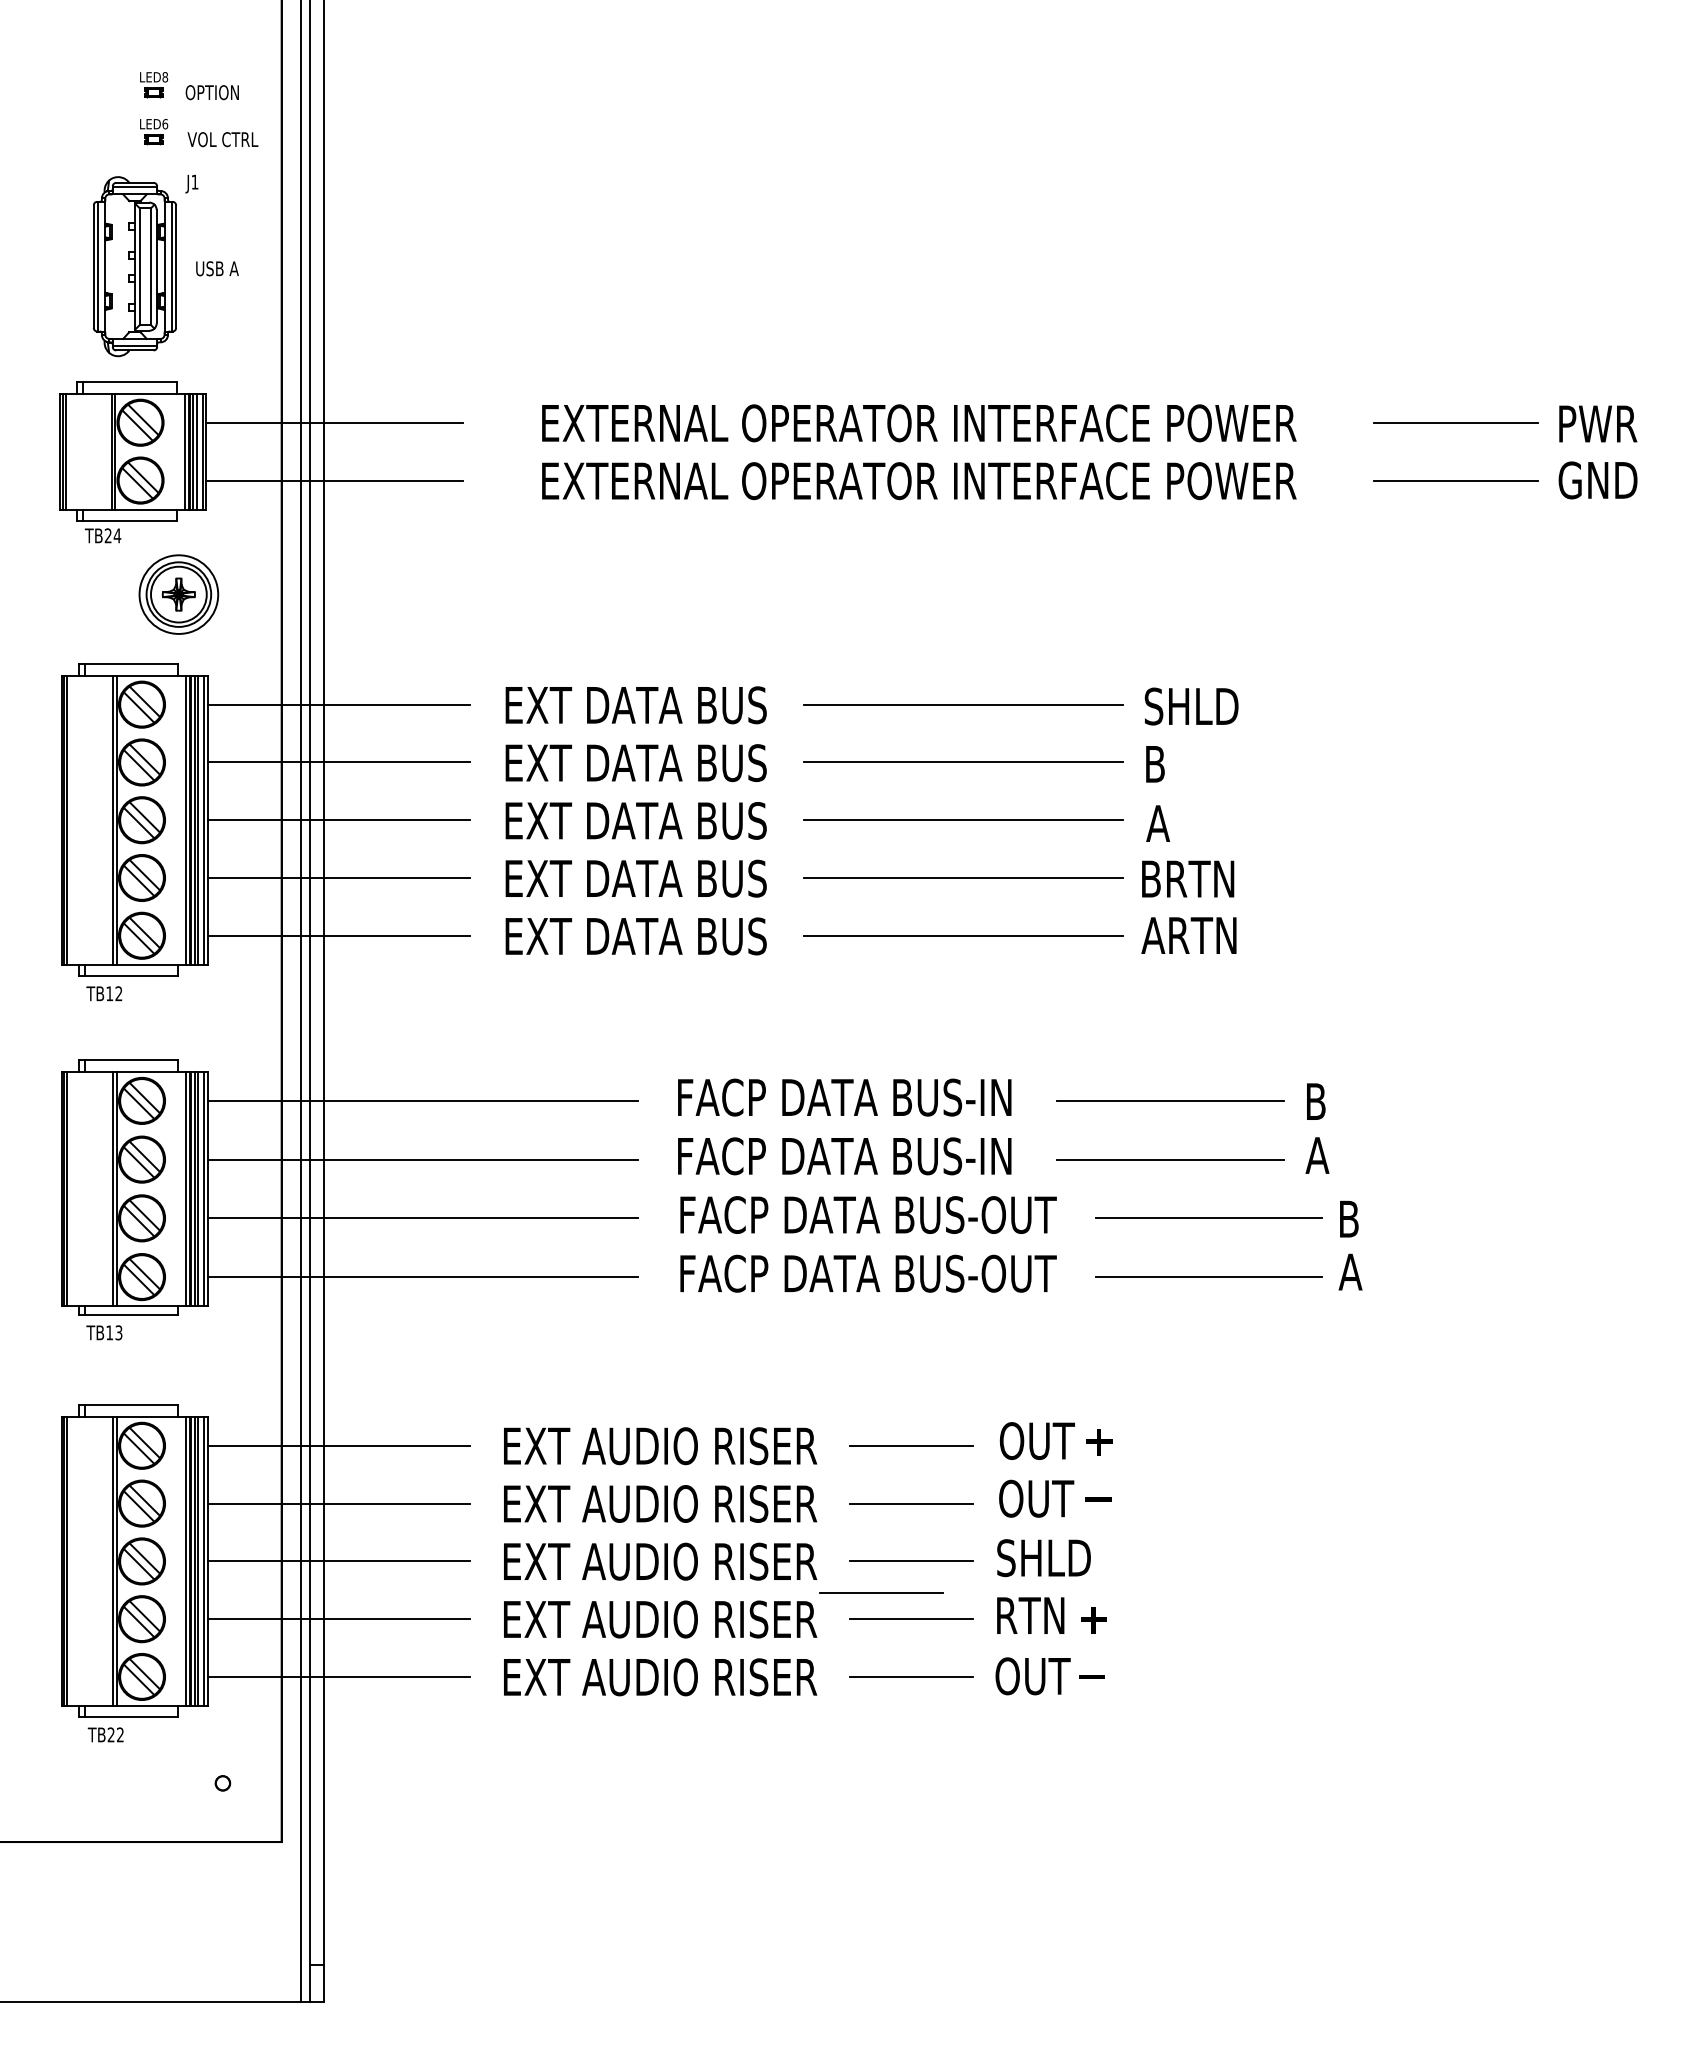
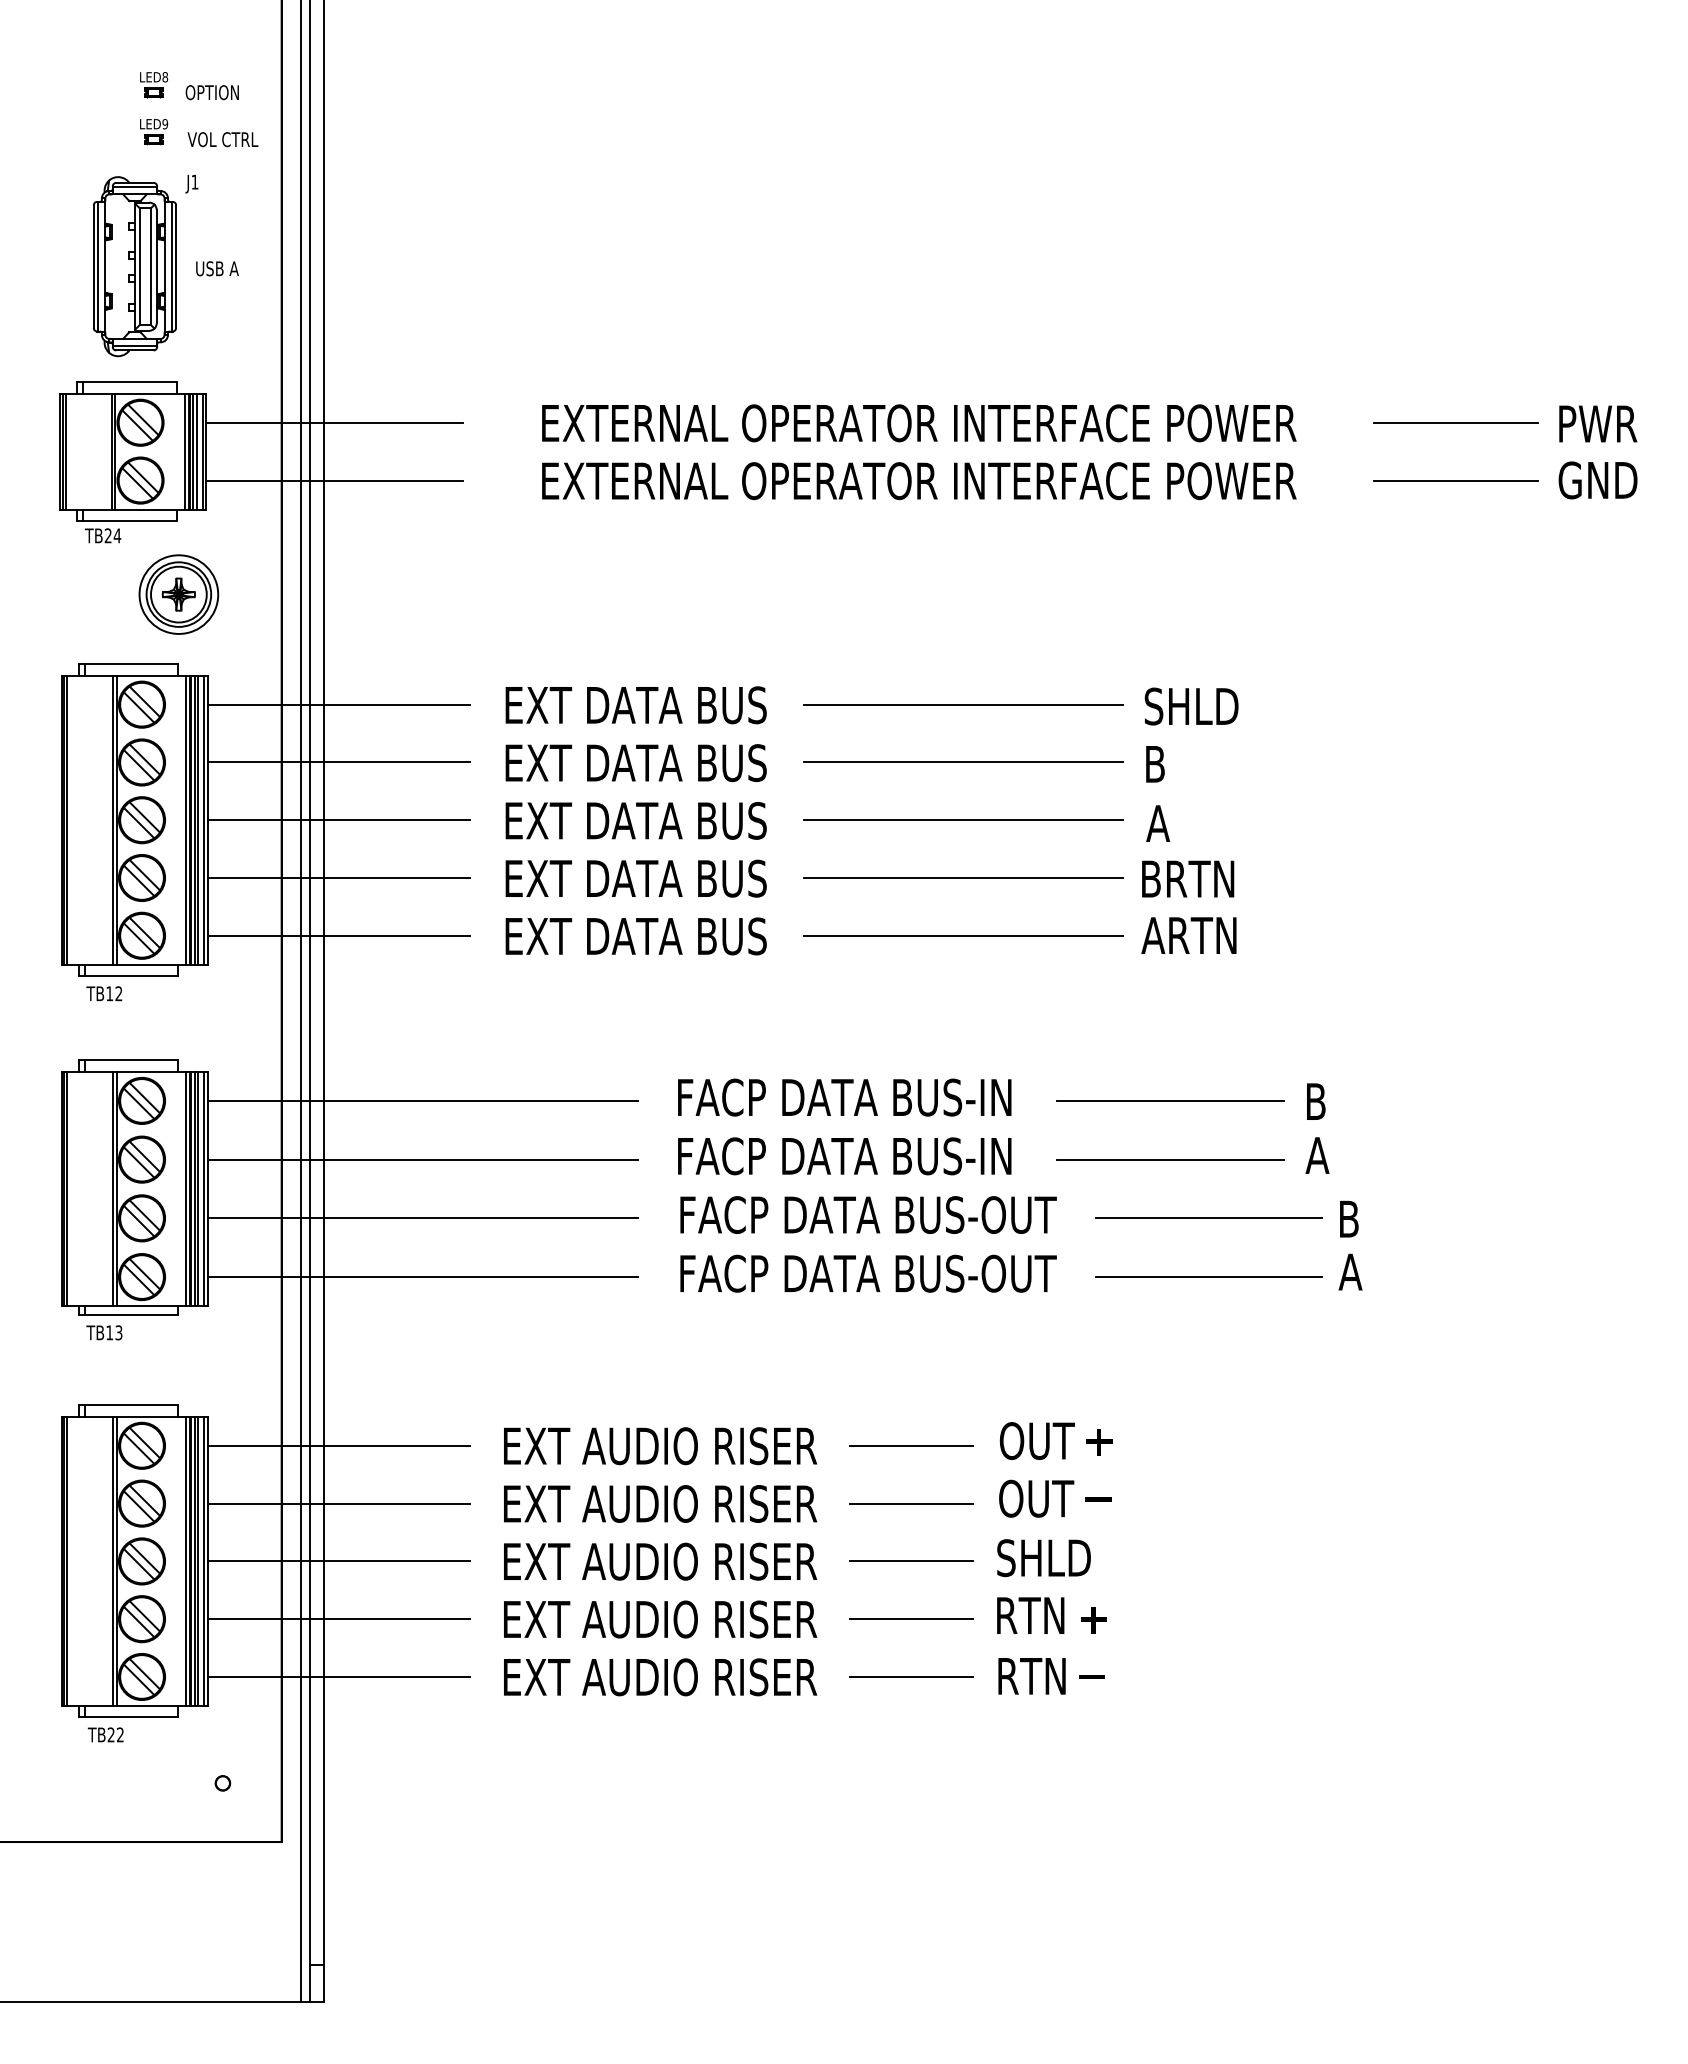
text at (165, 124): LED6 -> LED9
line at (881, 1592): present -> none
text at (1032, 1676): OUT -> RTN
